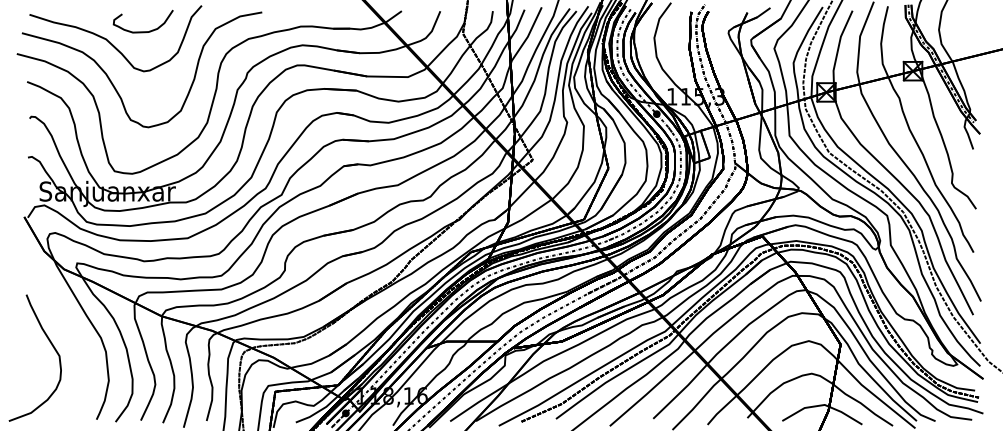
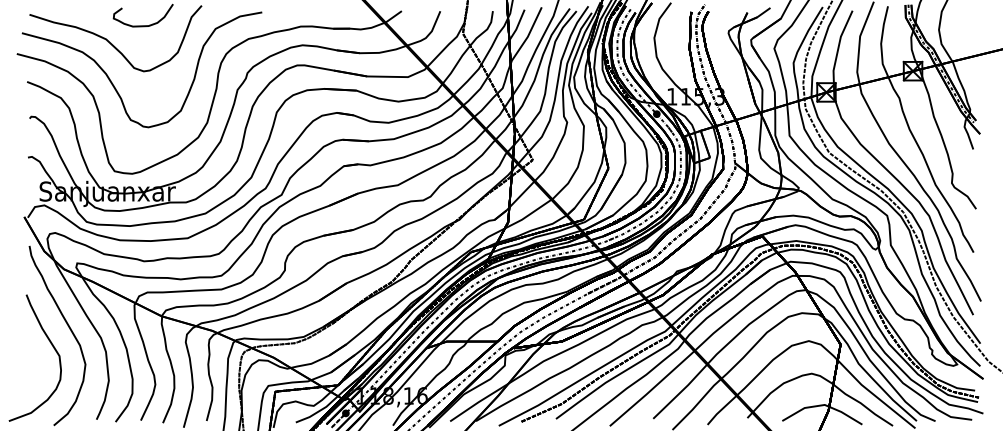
curve at (142, 31) position: (142, 31) -> (142, 25)
curve at (69, 329): none -> present
